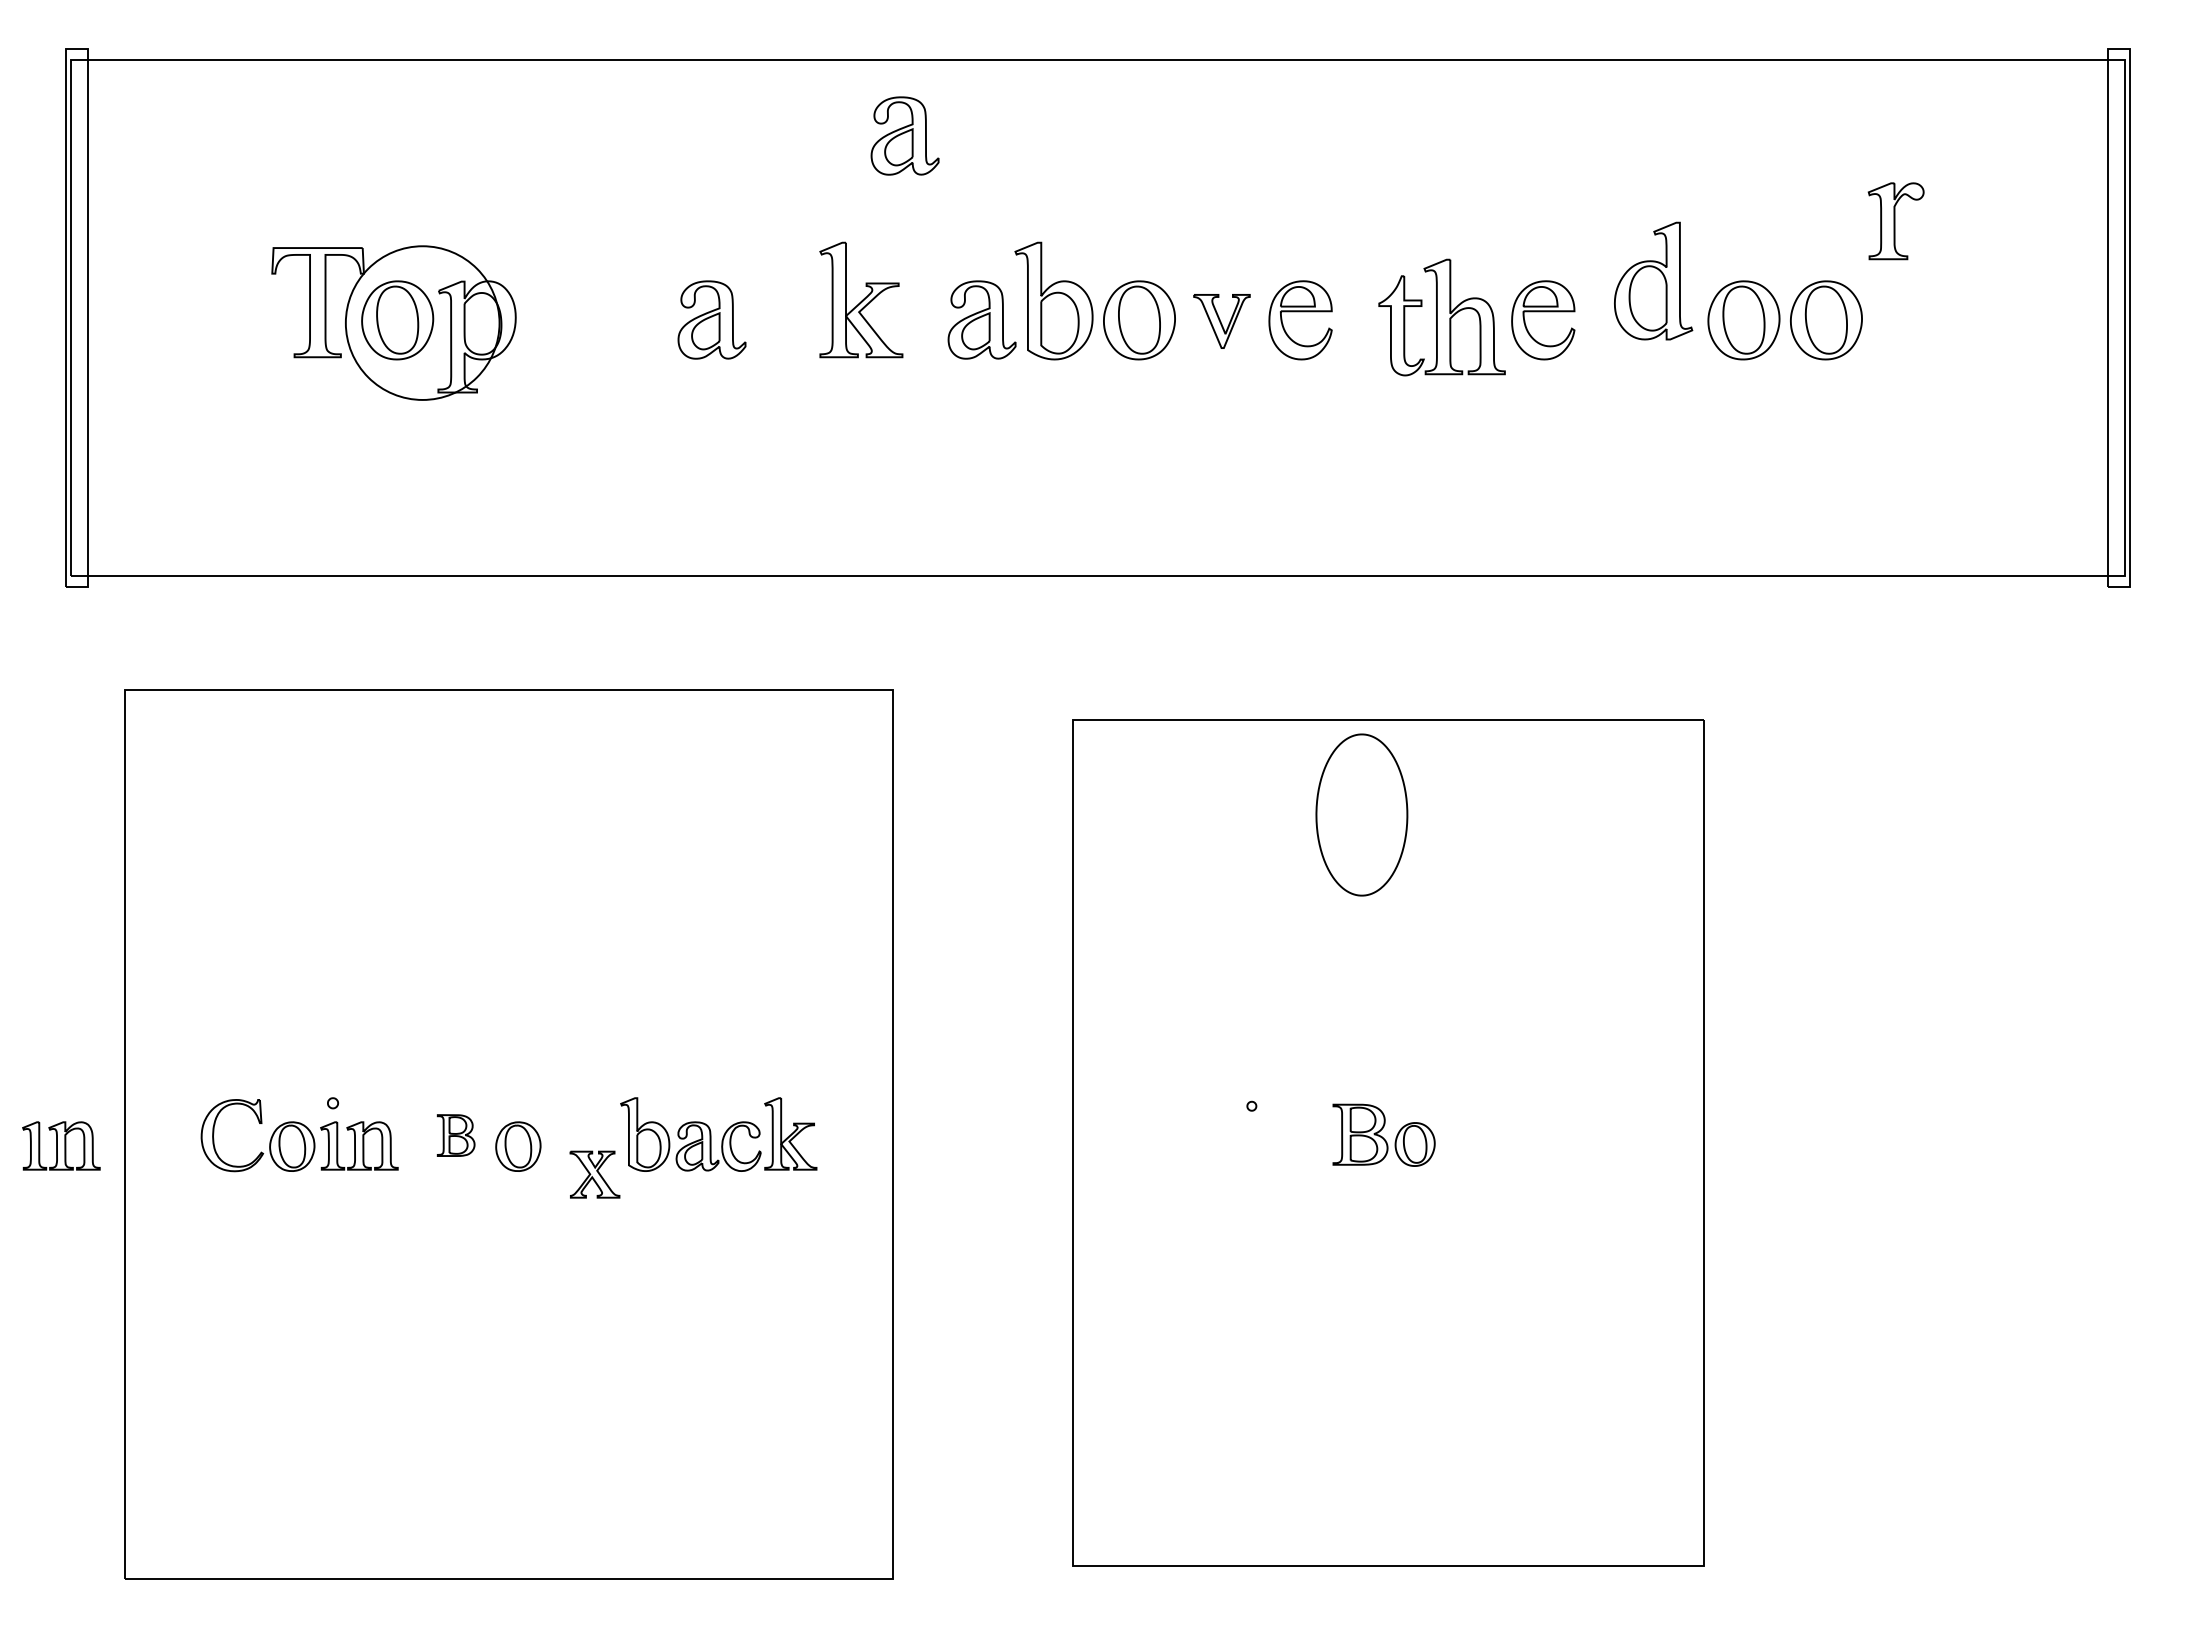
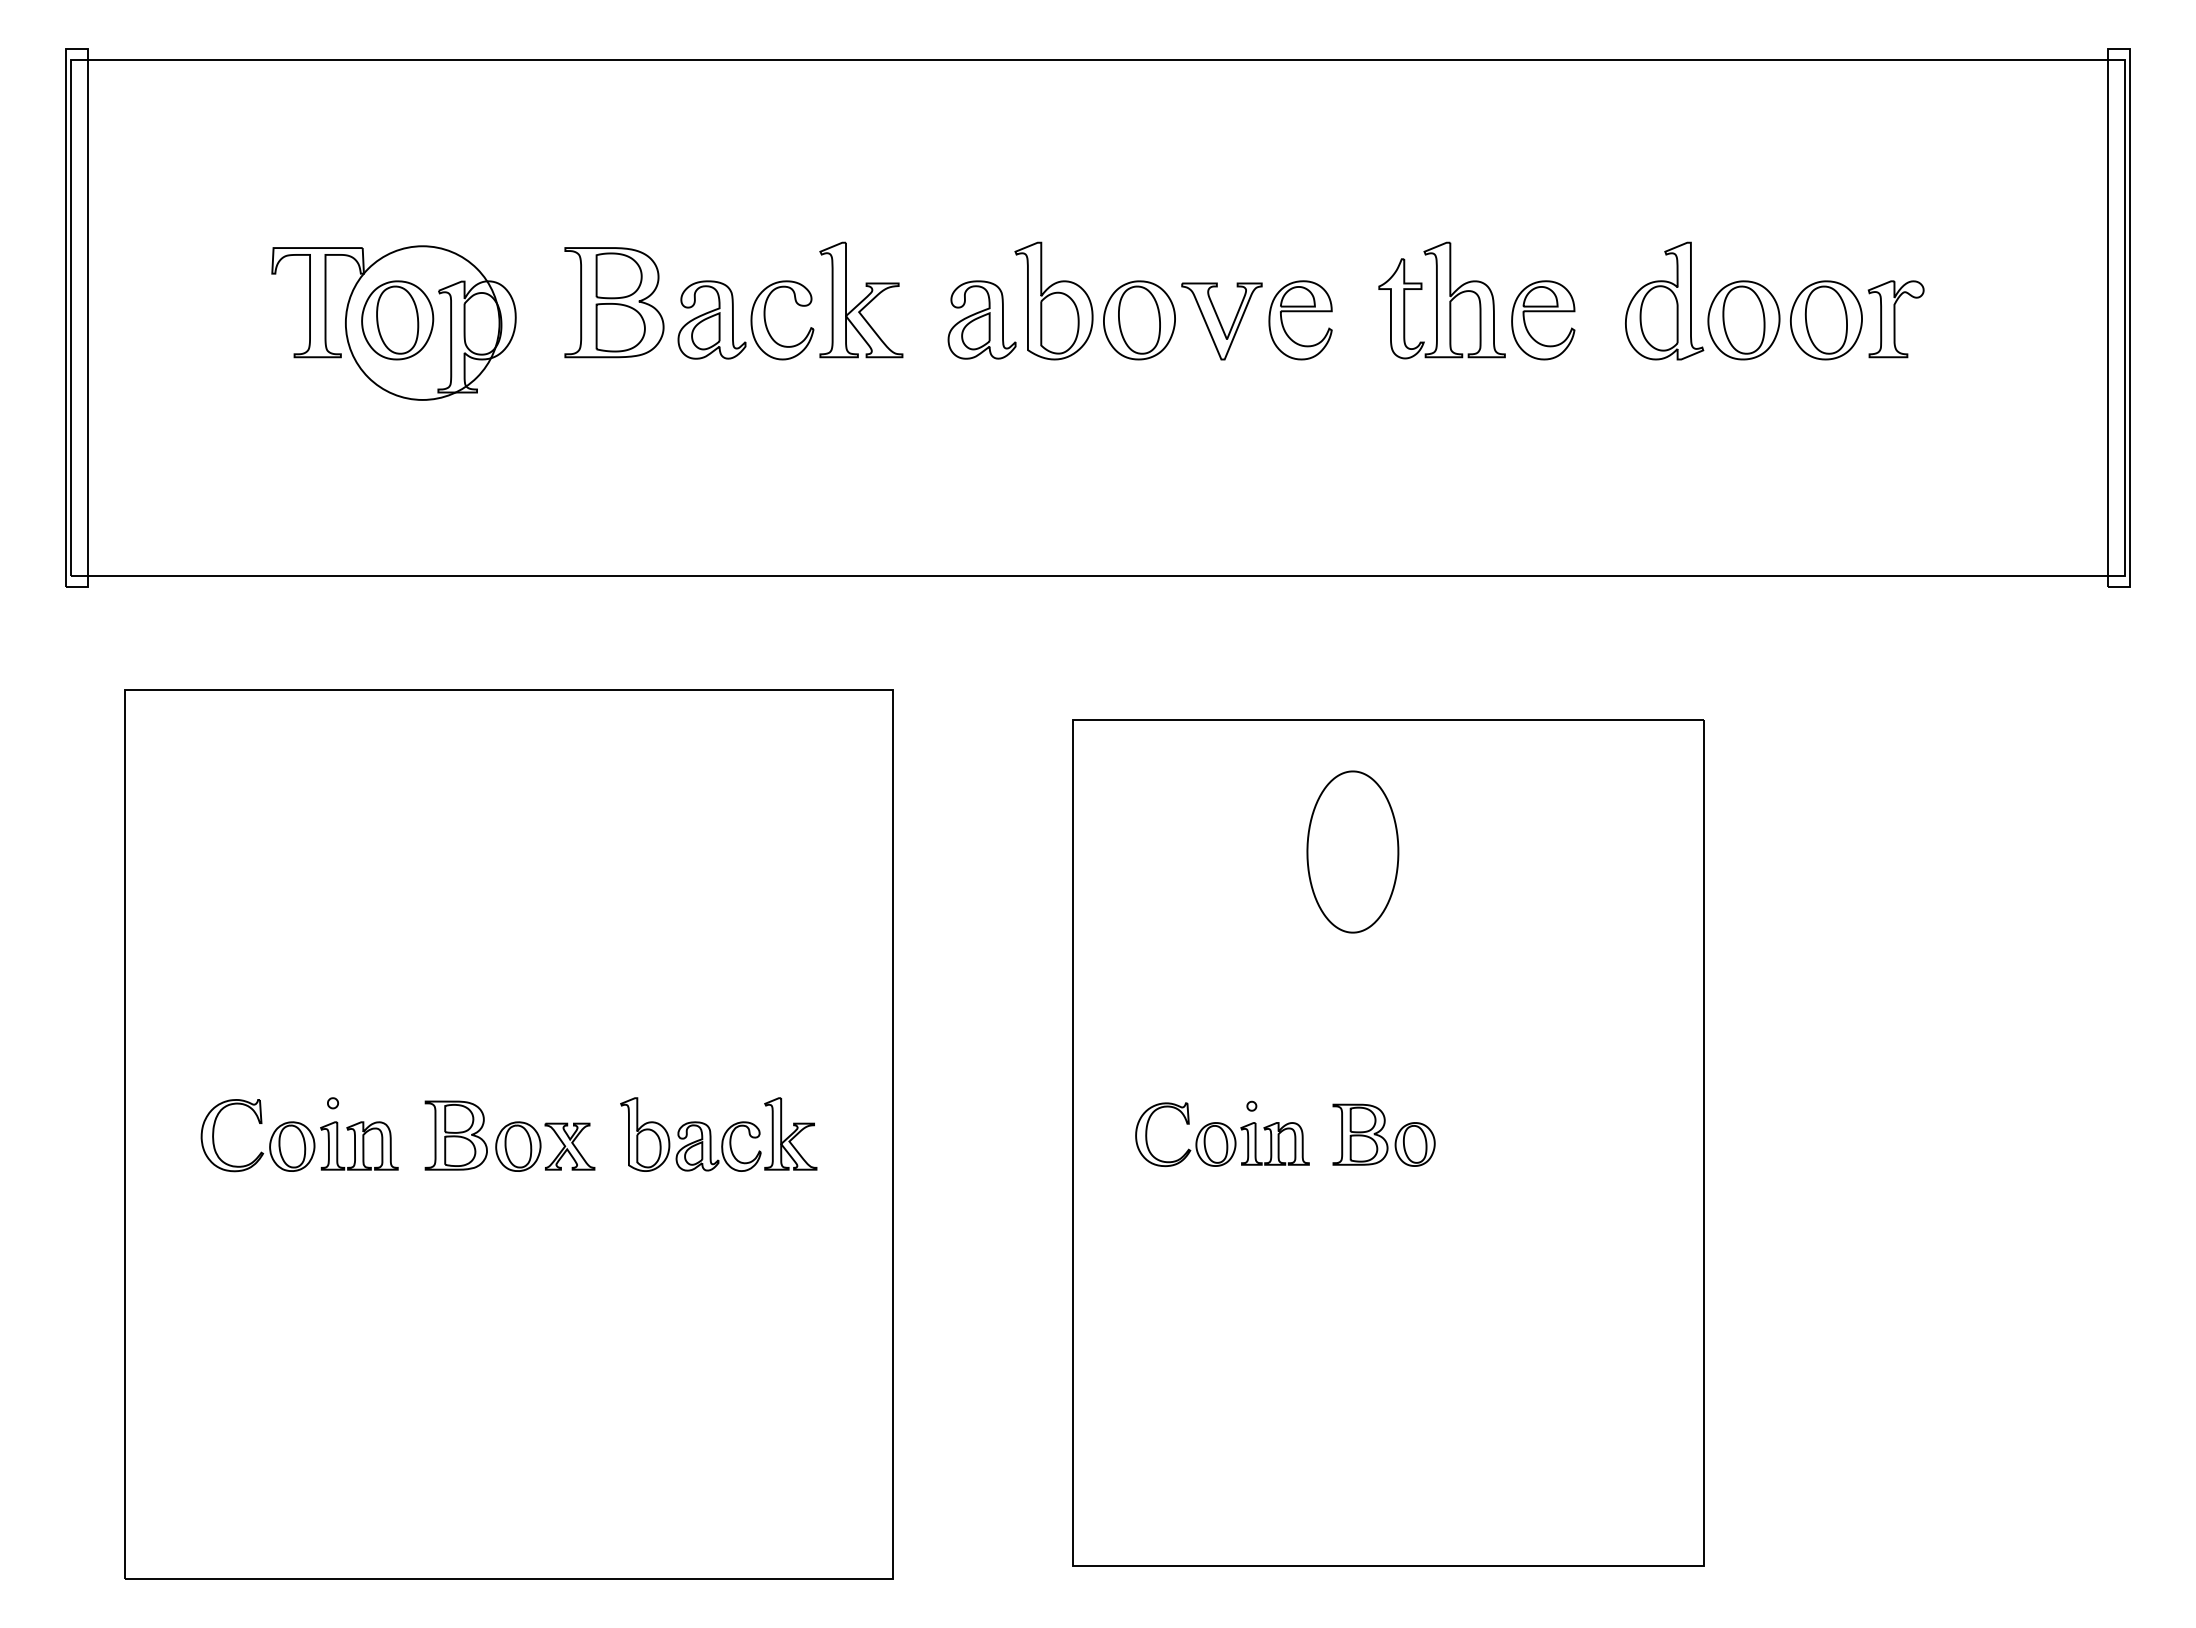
part at (904, 135): present -> none
part at (1895, 221) position: (1895, 221) -> (1895, 319)
part at (1653, 280) position: (1653, 280) -> (1664, 300)
part at (614, 302): none -> present
part at (1441, 317) position: (1441, 317) -> (1441, 300)
part at (766, 321): none -> present
part at (1221, 321) size: 58x55 px -> 82x79 px
part at (1361, 814) position: (1361, 814) -> (1352, 851)
part at (1222, 1134): none -> present
part at (455, 1135) size: 40x43 px -> 64x71 px
part at (61, 1145): present -> none
part at (594, 1174) position: (594, 1174) -> (569, 1146)
